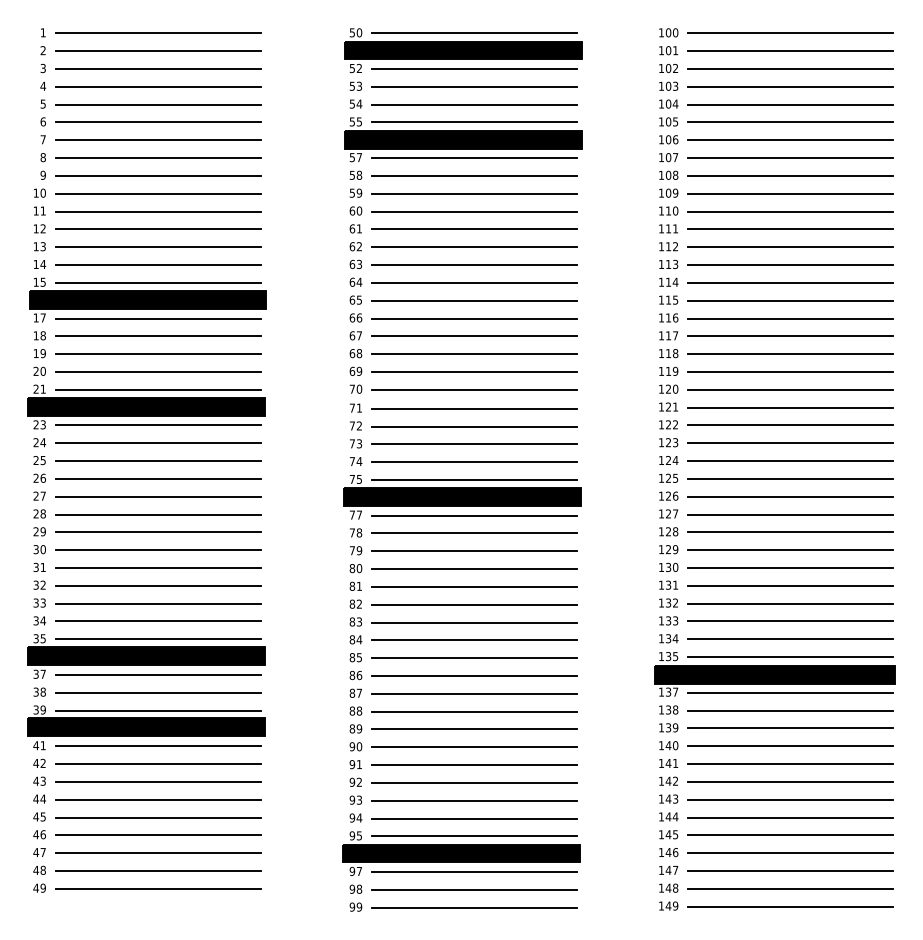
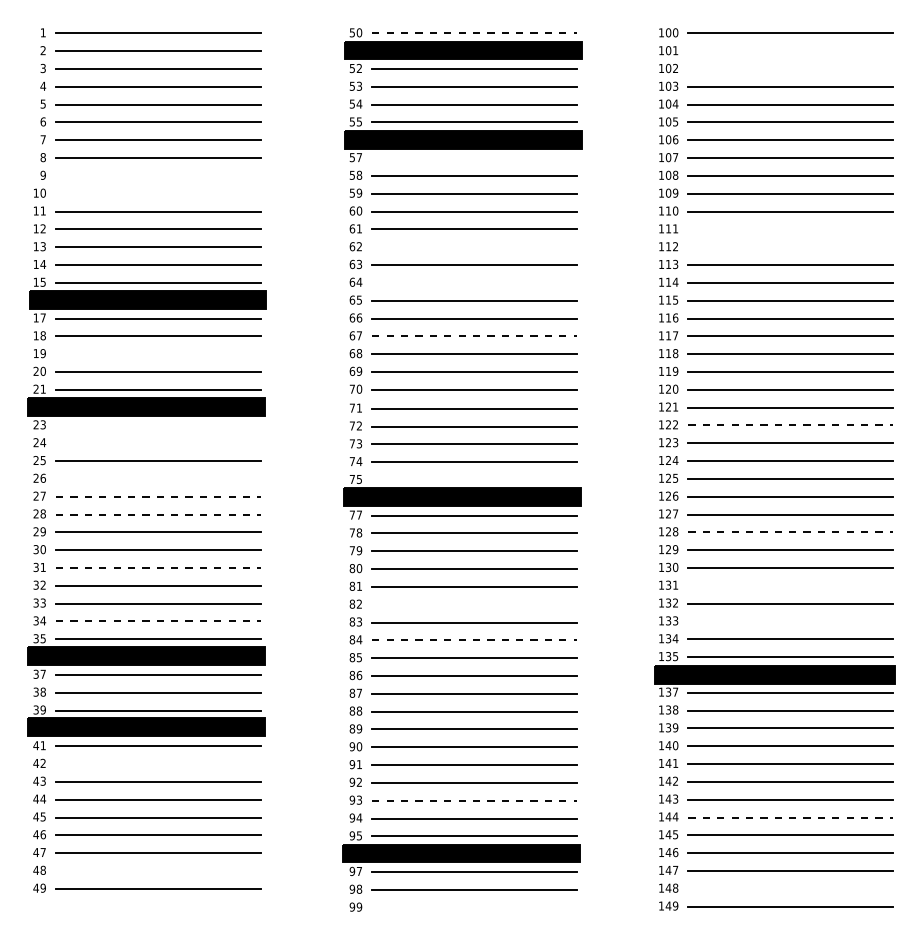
line at (474, 33): solid -> dashed
line at (790, 51): present -> none
line at (790, 69): present -> none
line at (474, 158): present -> none
line at (158, 175): present -> none
line at (158, 193): present -> none
line at (790, 229): present -> none
line at (474, 247): present -> none
line at (790, 247): present -> none
line at (474, 282): present -> none
line at (474, 336): solid -> dashed
line at (158, 354): present -> none
line at (158, 425): present -> none
line at (791, 425): solid -> dashed
line at (158, 443): present -> none
line at (158, 478): present -> none
line at (474, 479): present -> none
line at (158, 496): solid -> dashed
line at (158, 514): solid -> dashed
line at (791, 532): solid -> dashed
line at (158, 568): solid -> dashed
line at (790, 585): present -> none
line at (474, 604): present -> none
line at (158, 621): solid -> dashed
line at (790, 621): present -> none
line at (474, 640): solid -> dashed
line at (158, 763): present -> none
line at (474, 800): solid -> dashed
line at (791, 817): solid -> dashed
line at (158, 870): present -> none
line at (790, 888): present -> none
line at (474, 907): present -> none
